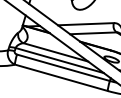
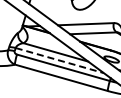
line at (59, 60): solid -> dashed
